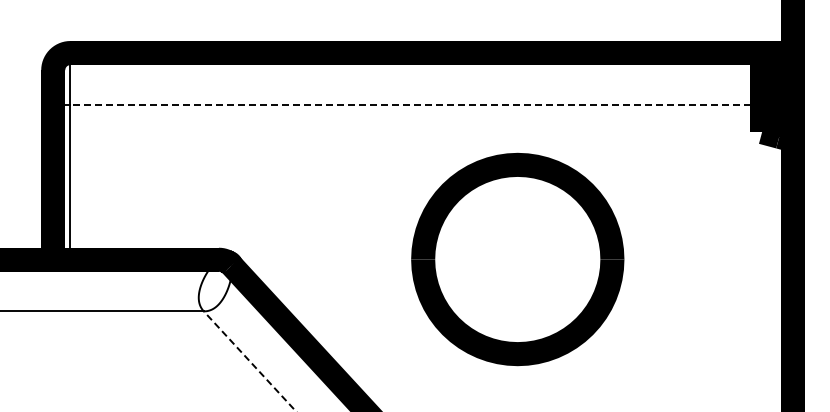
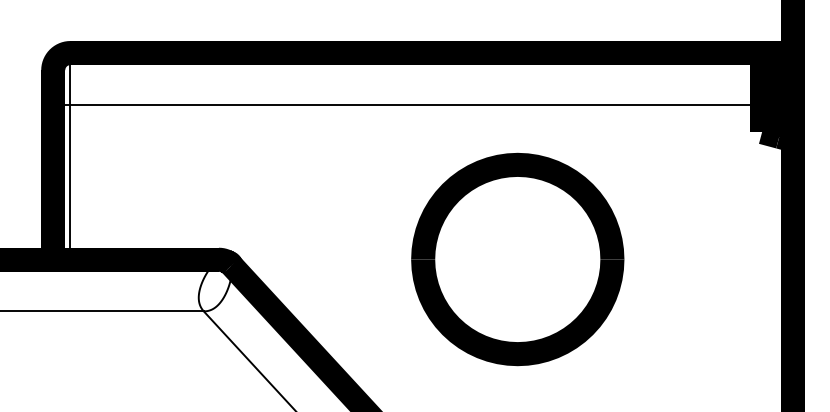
line at (416, 104): dashed -> solid
line at (249, 361): dashed -> solid
